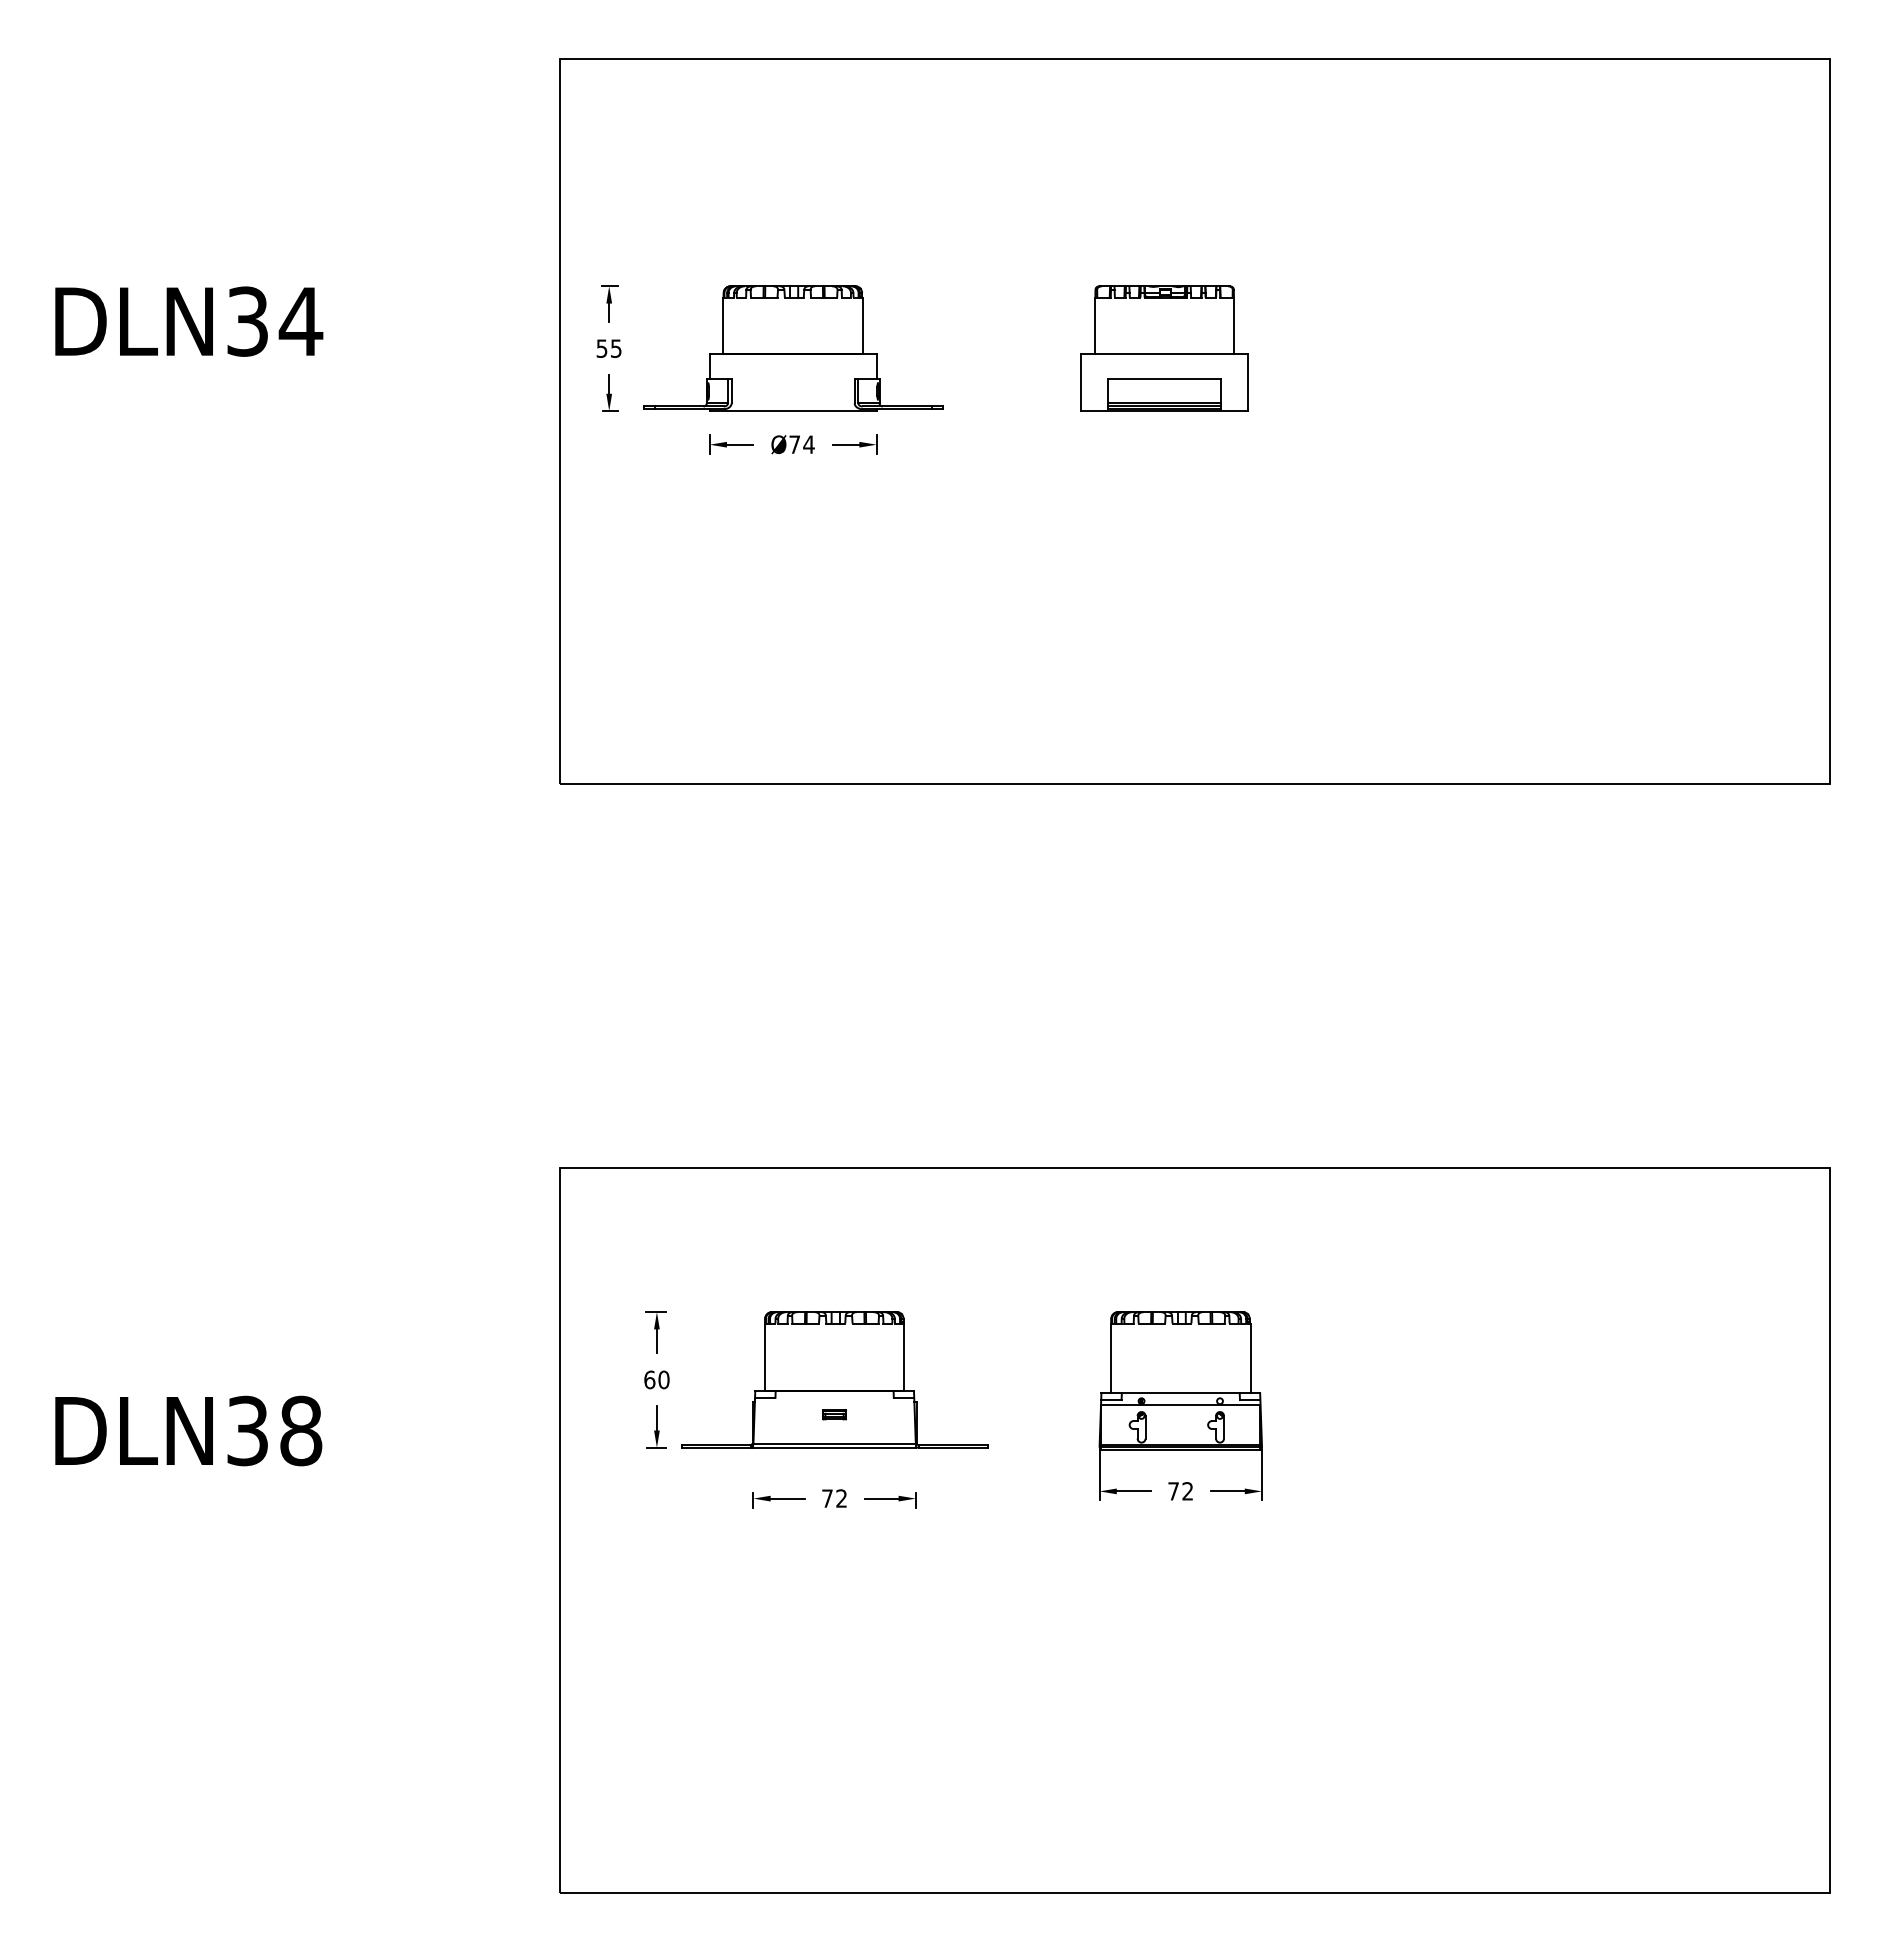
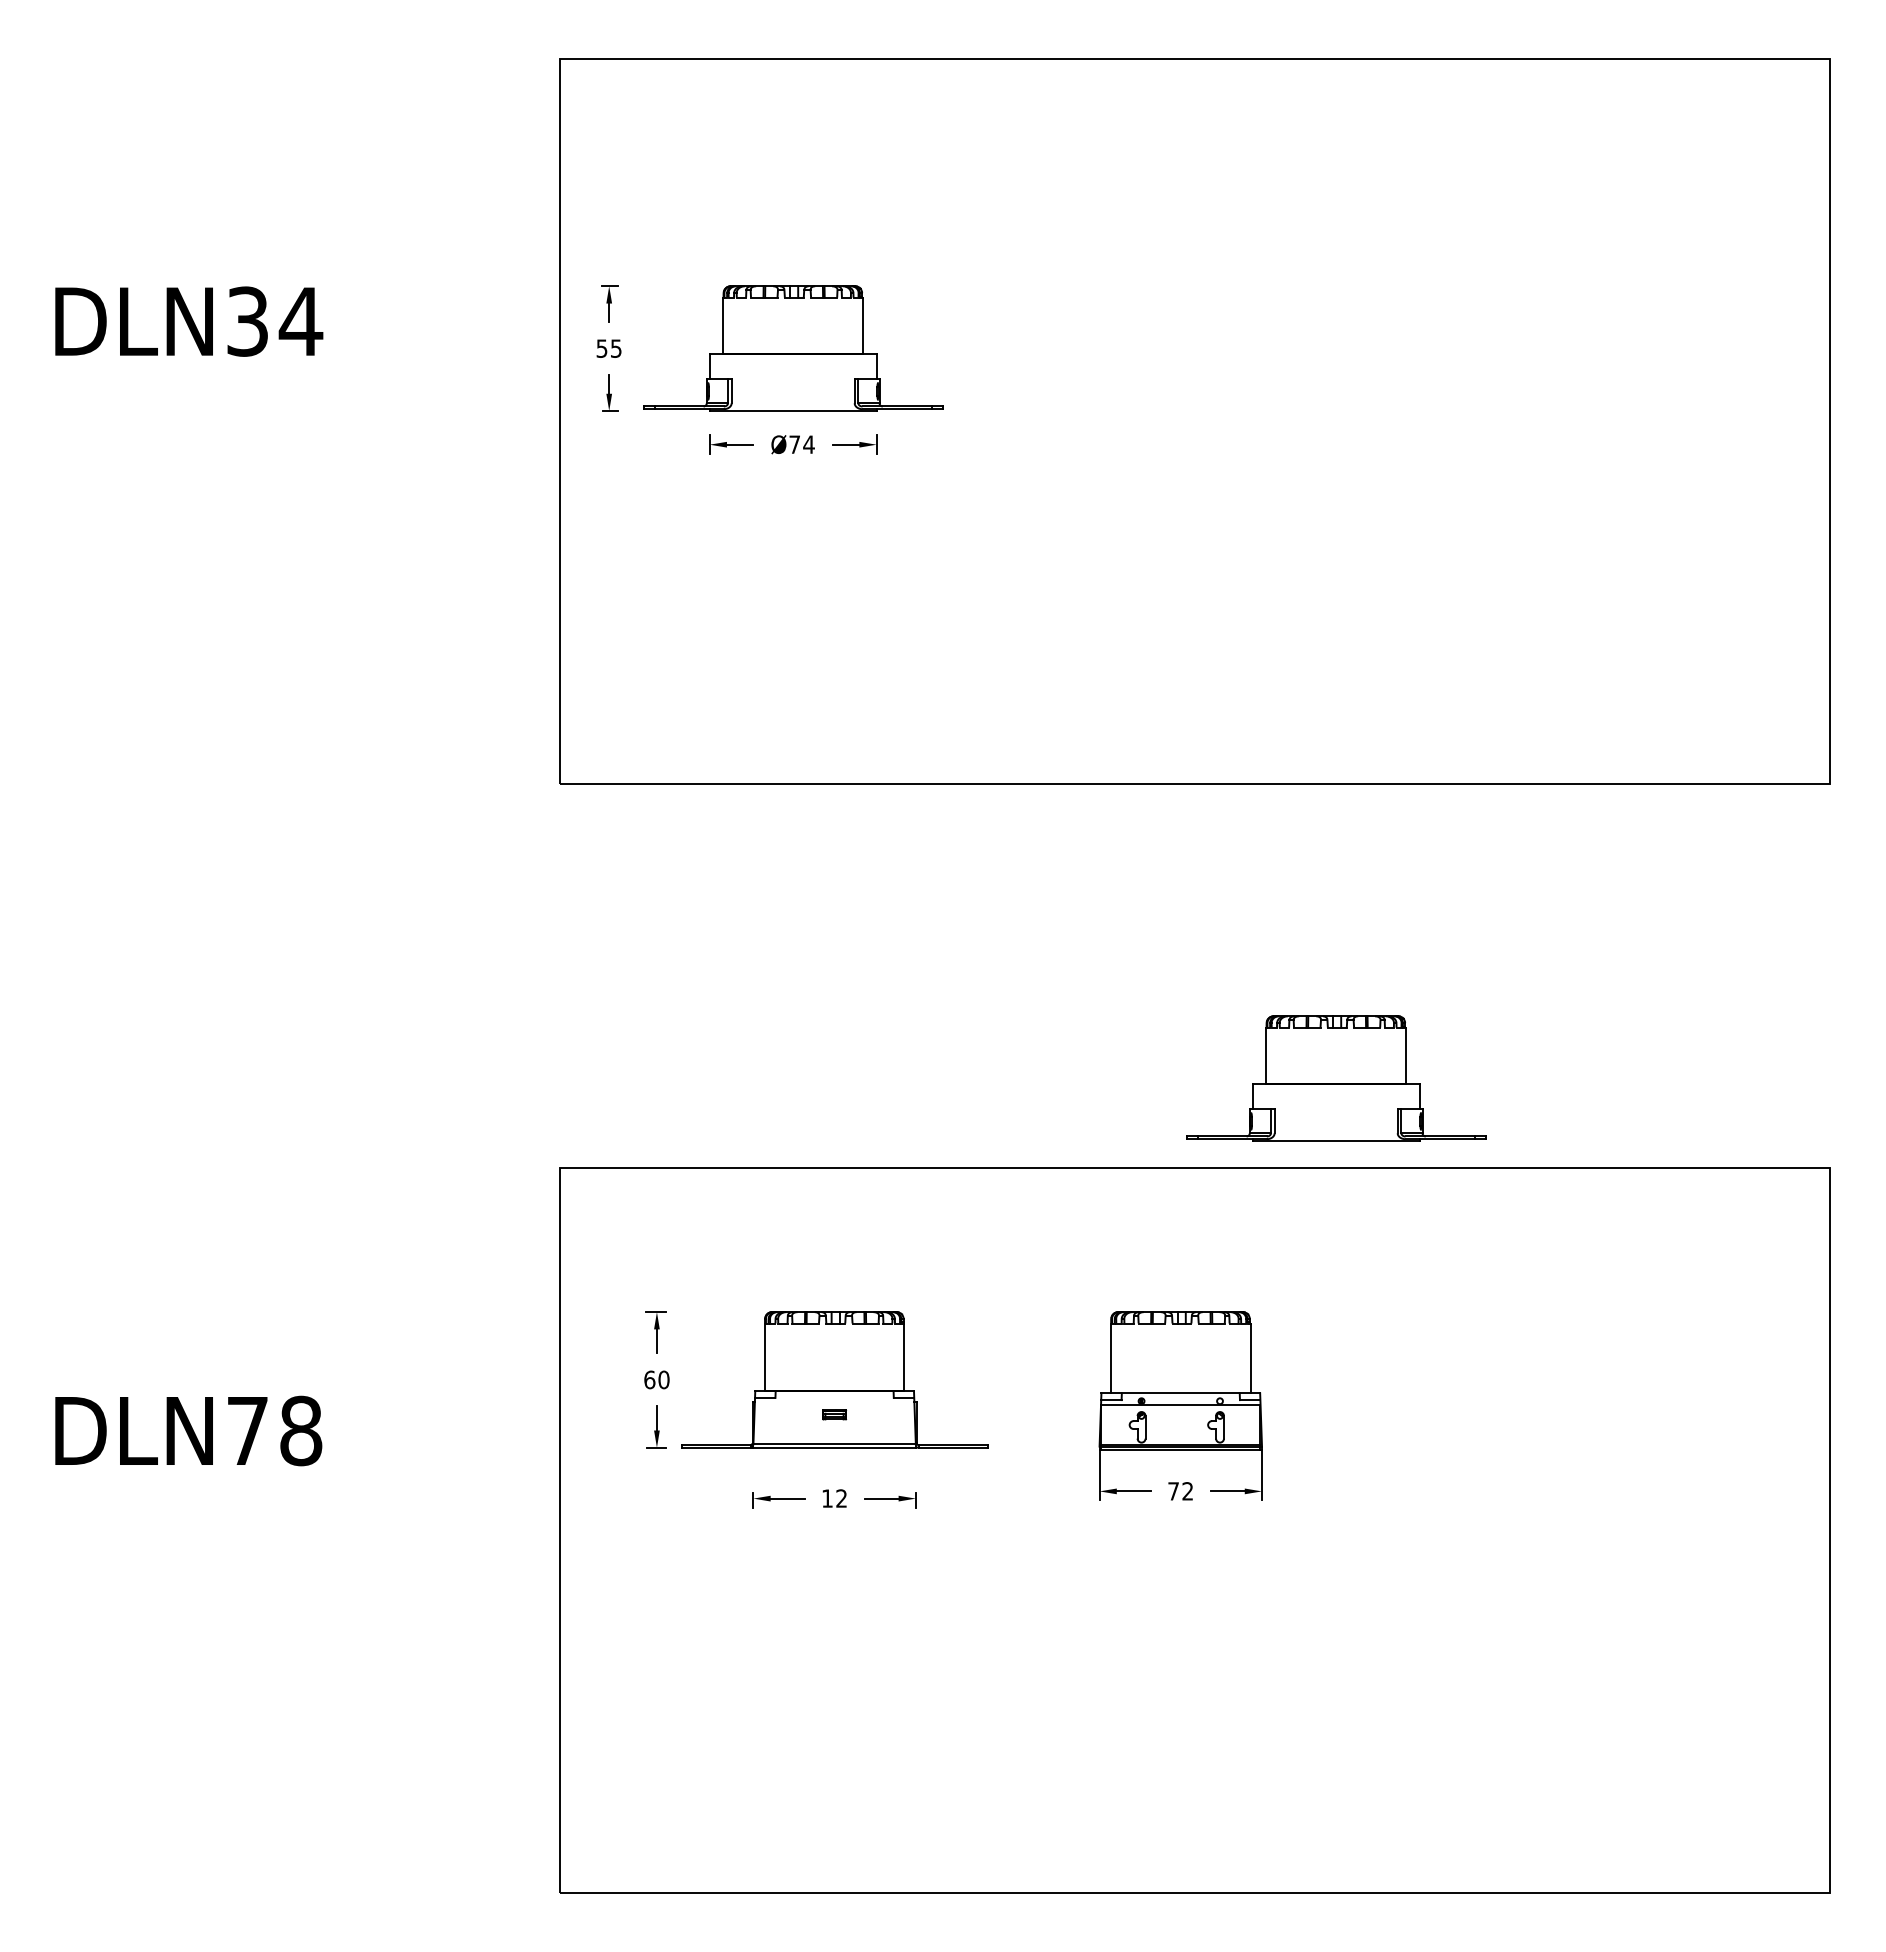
part at (1164, 348): present -> none
part at (1336, 1078): none -> present
text at (247, 1430): DLN38 -> DLN78
text at (827, 1498): 72 -> 12
